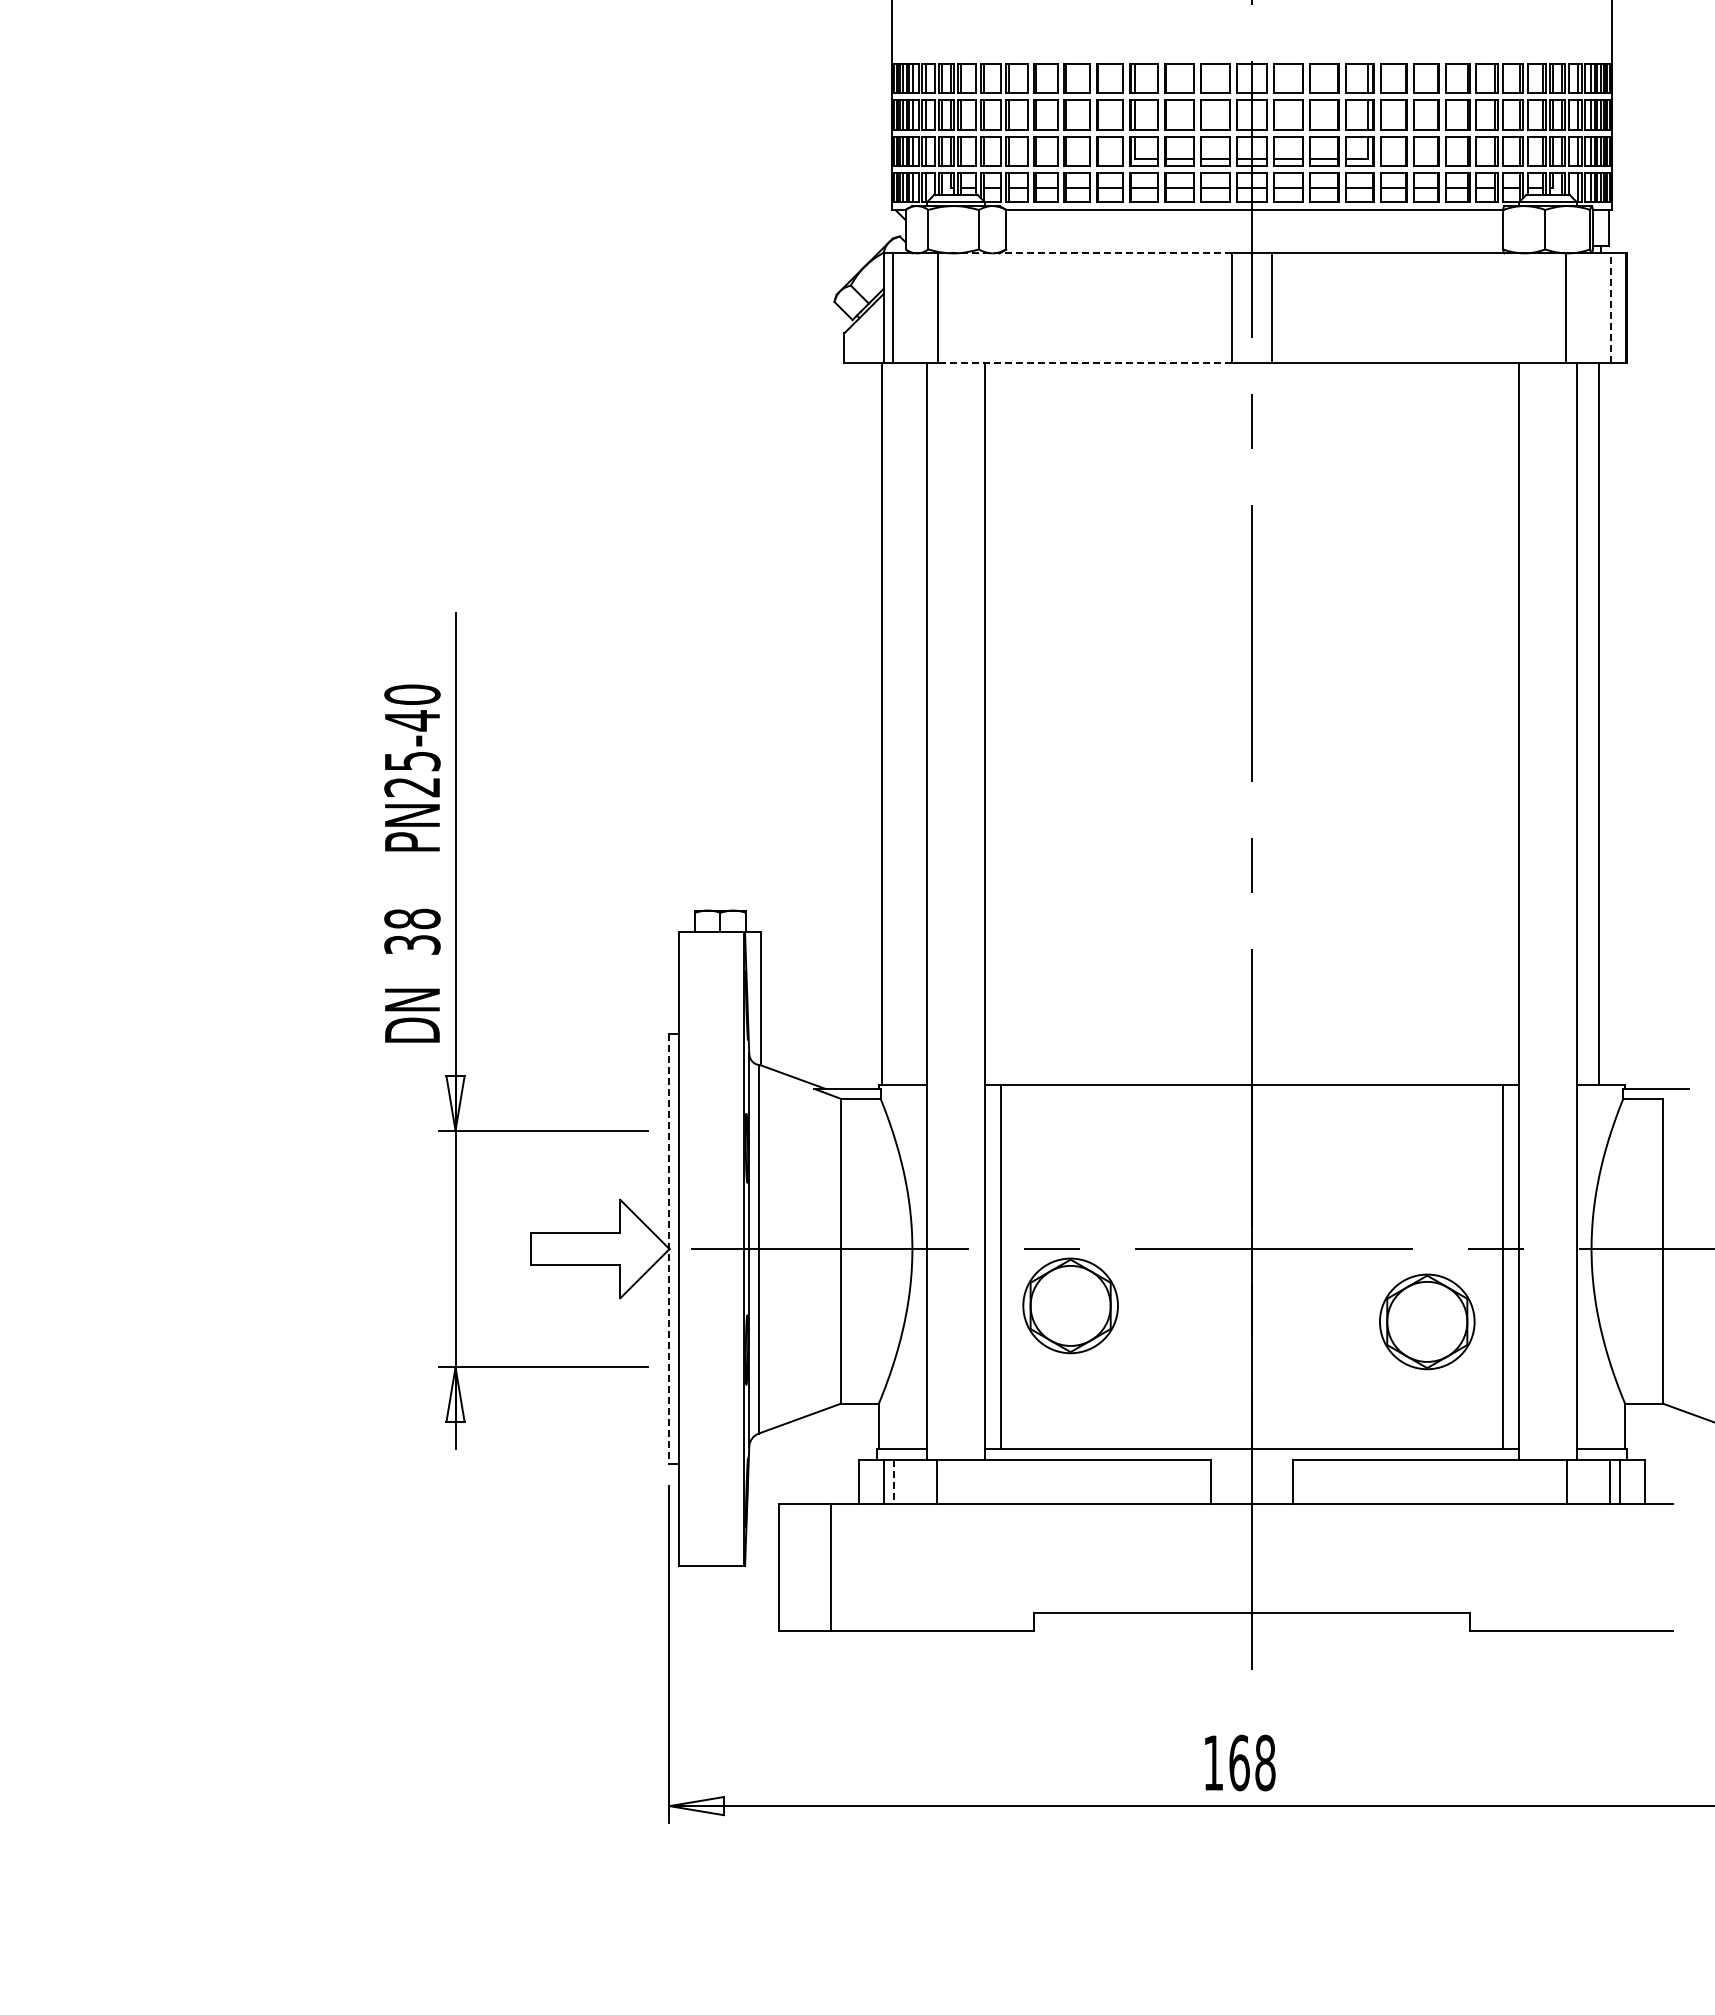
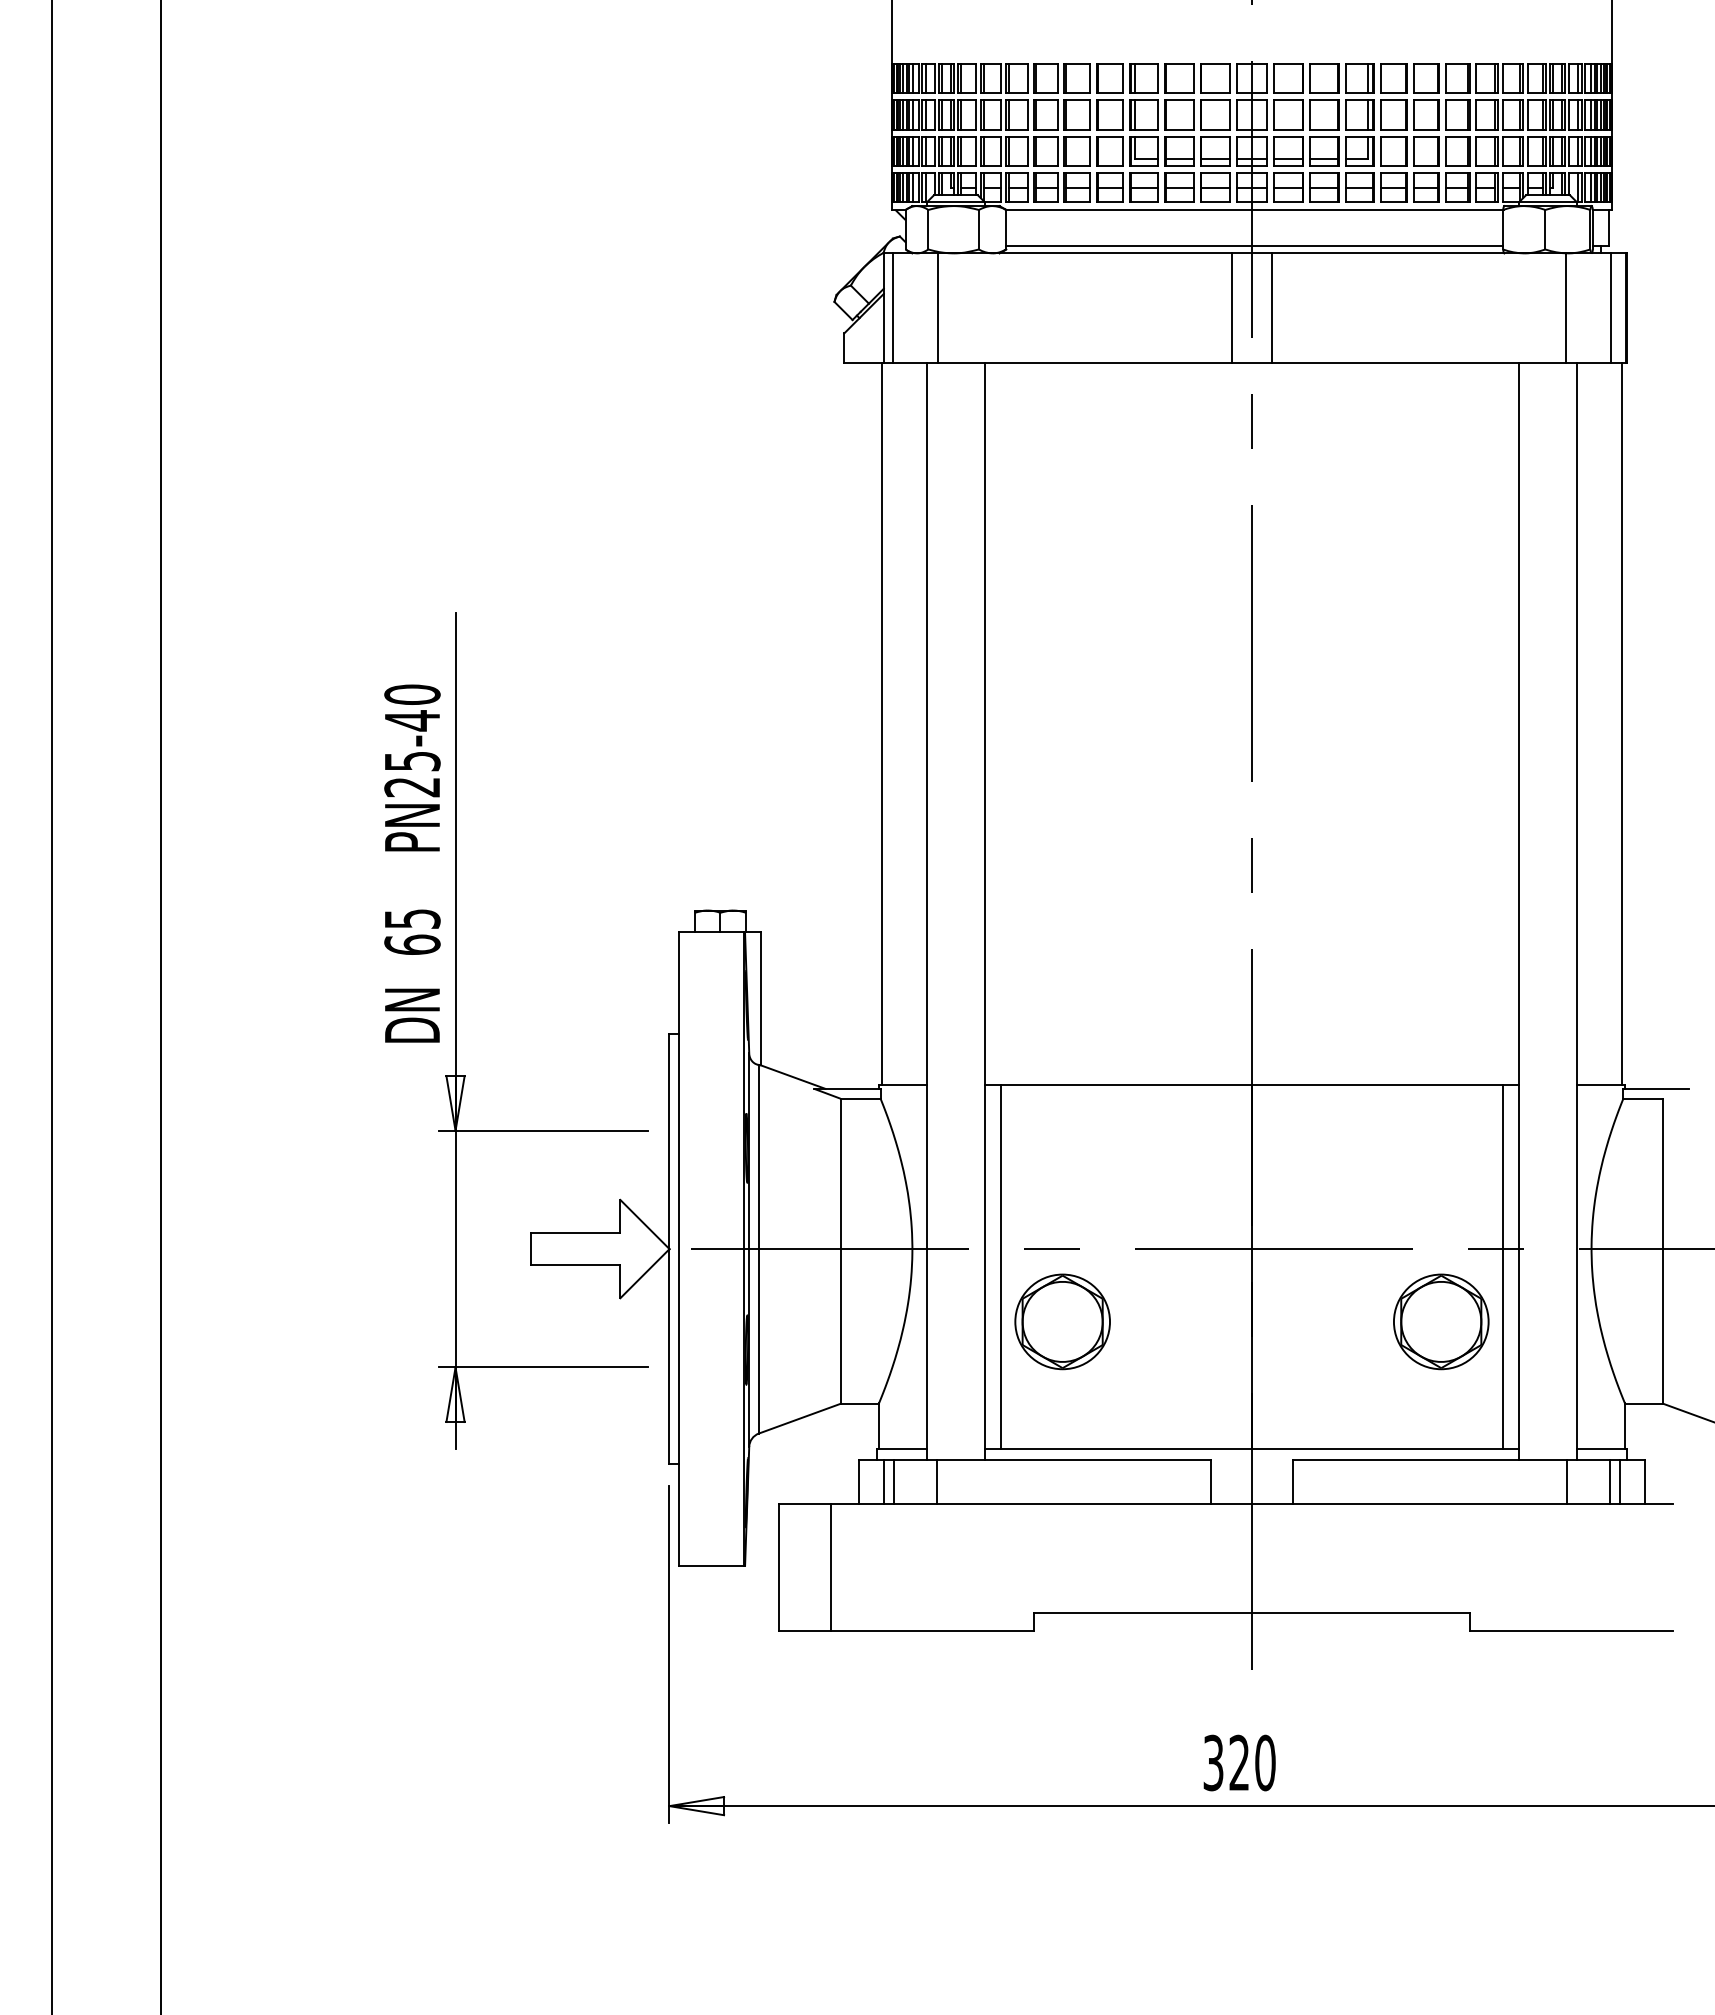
line at (1254, 246): none -> present
line at (1084, 253): dashed -> solid
line at (1611, 308): dashed -> solid
line at (1084, 362): dashed -> solid
line at (1598, 723) position: (1598, 723) -> (1621, 723)
text at (412, 931): 38 -> 65
line at (51, 1006): none -> present
line at (160, 1006): none -> present
line at (669, 1249): dashed -> solid
part at (1070, 1305) position: (1070, 1305) -> (1062, 1321)
part at (1427, 1321) position: (1427, 1321) -> (1441, 1321)
line at (893, 1482): dashed -> solid
text at (1239, 1762): 168 -> 320
